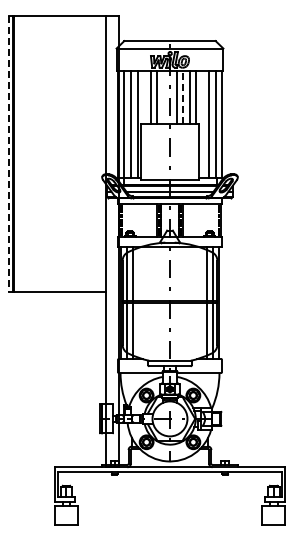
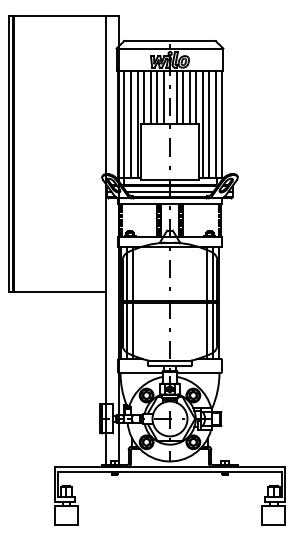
line at (183, 96): dashed -> solid
line at (144, 97): none -> present
line at (163, 97): none -> present
line at (202, 124): none -> present
line at (8, 154): dashed -> solid
